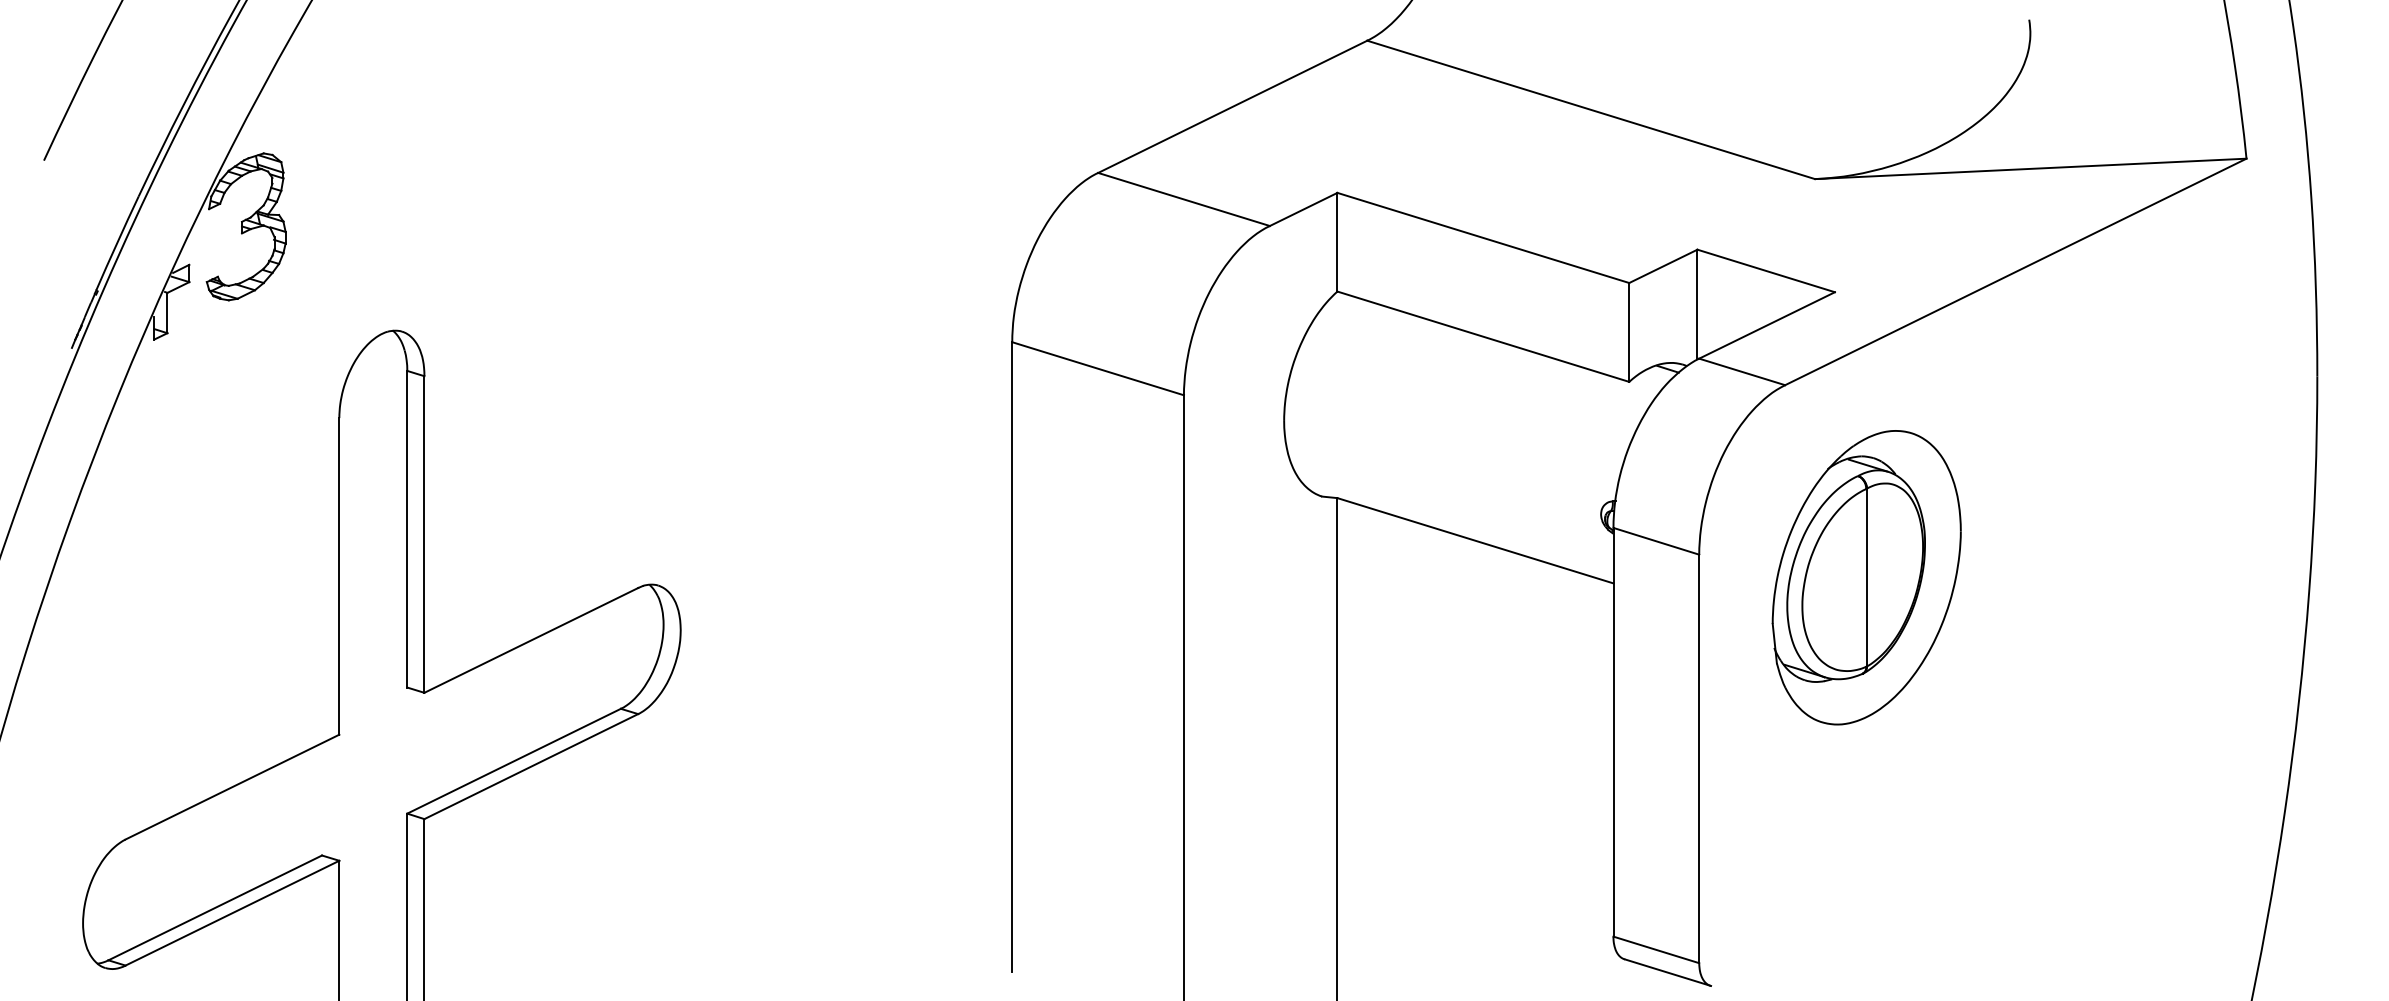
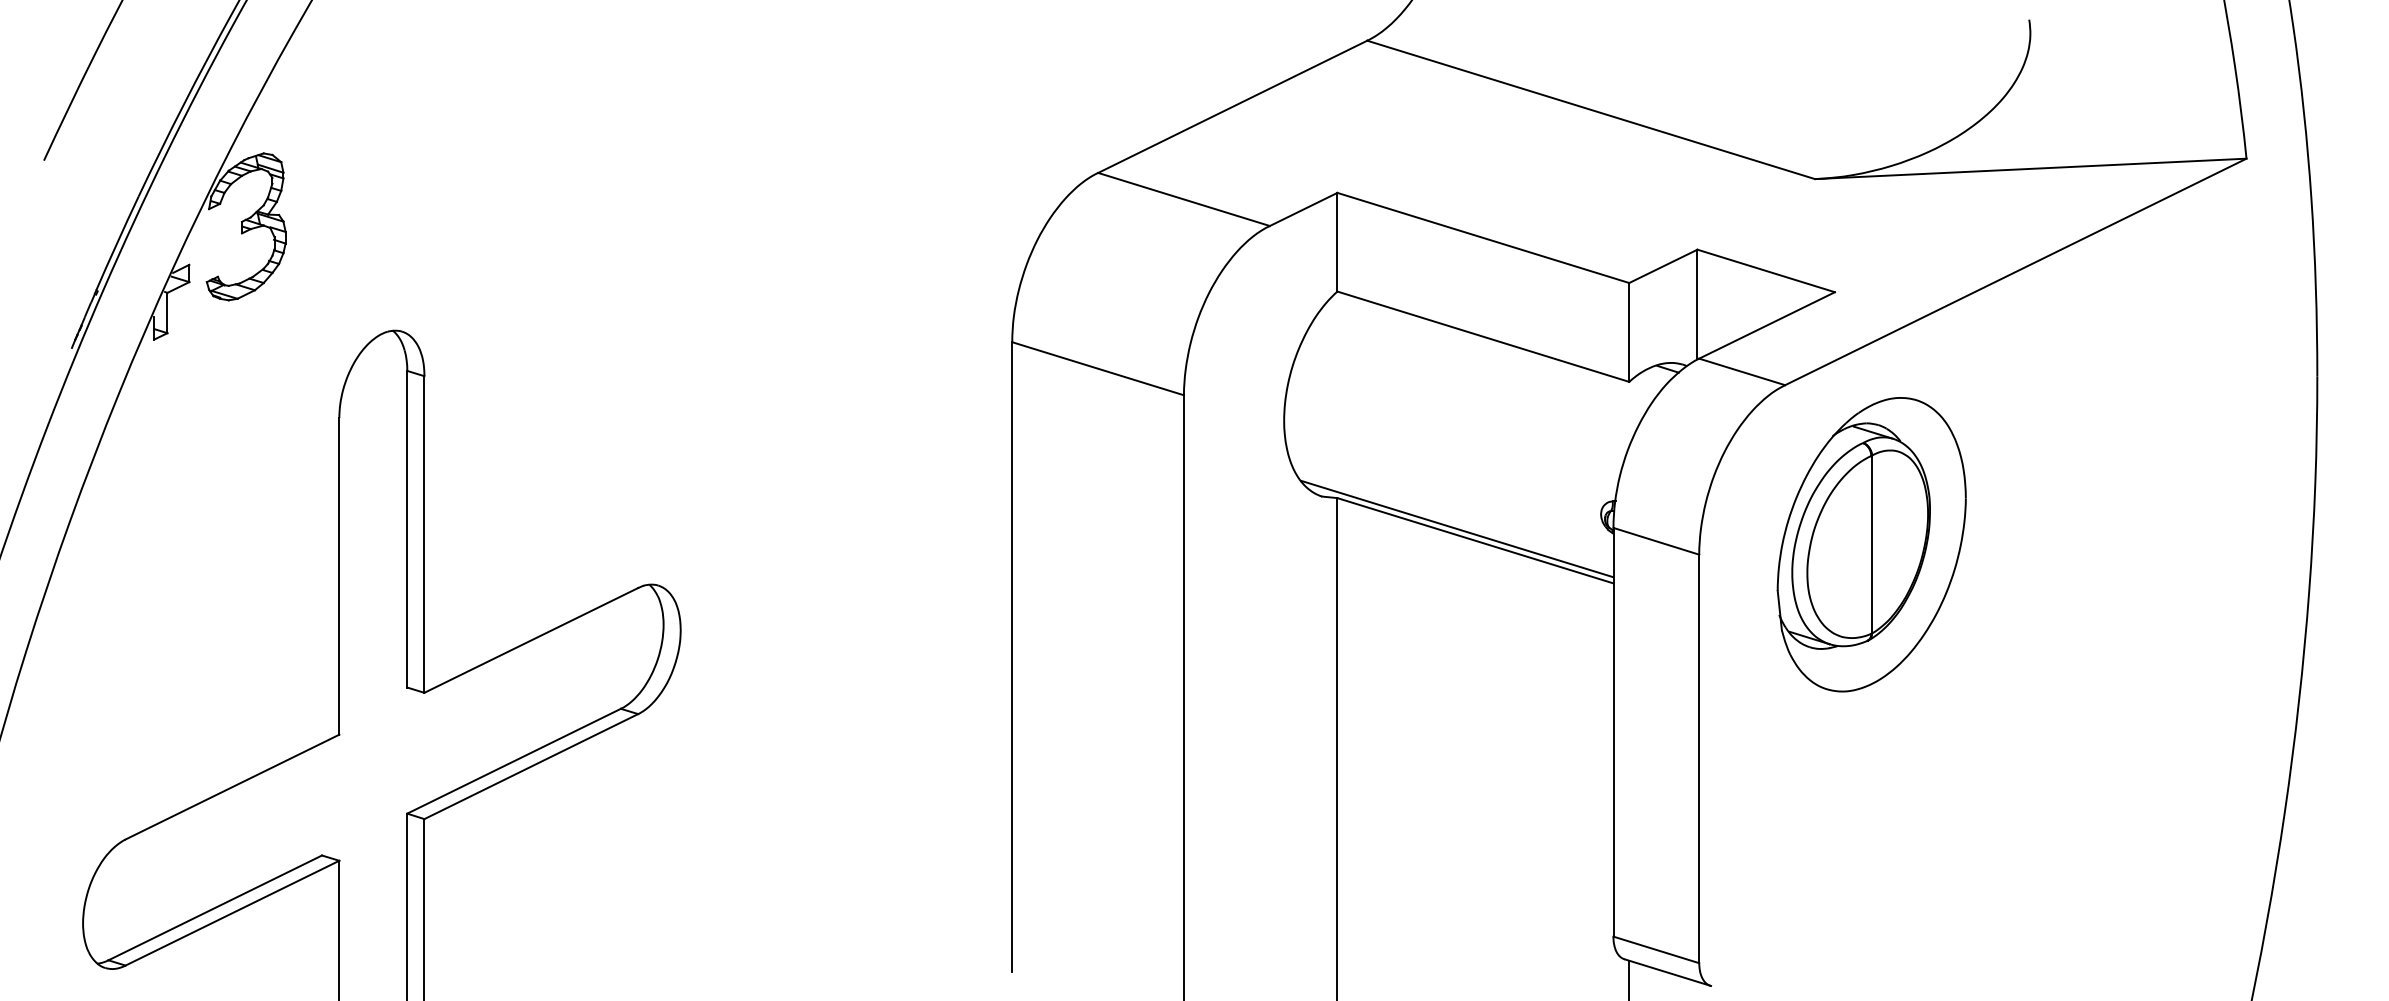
line at (1457, 529): none -> present
part at (1866, 577) position: (1866, 577) -> (1871, 544)
line at (1629, 978): none -> present
